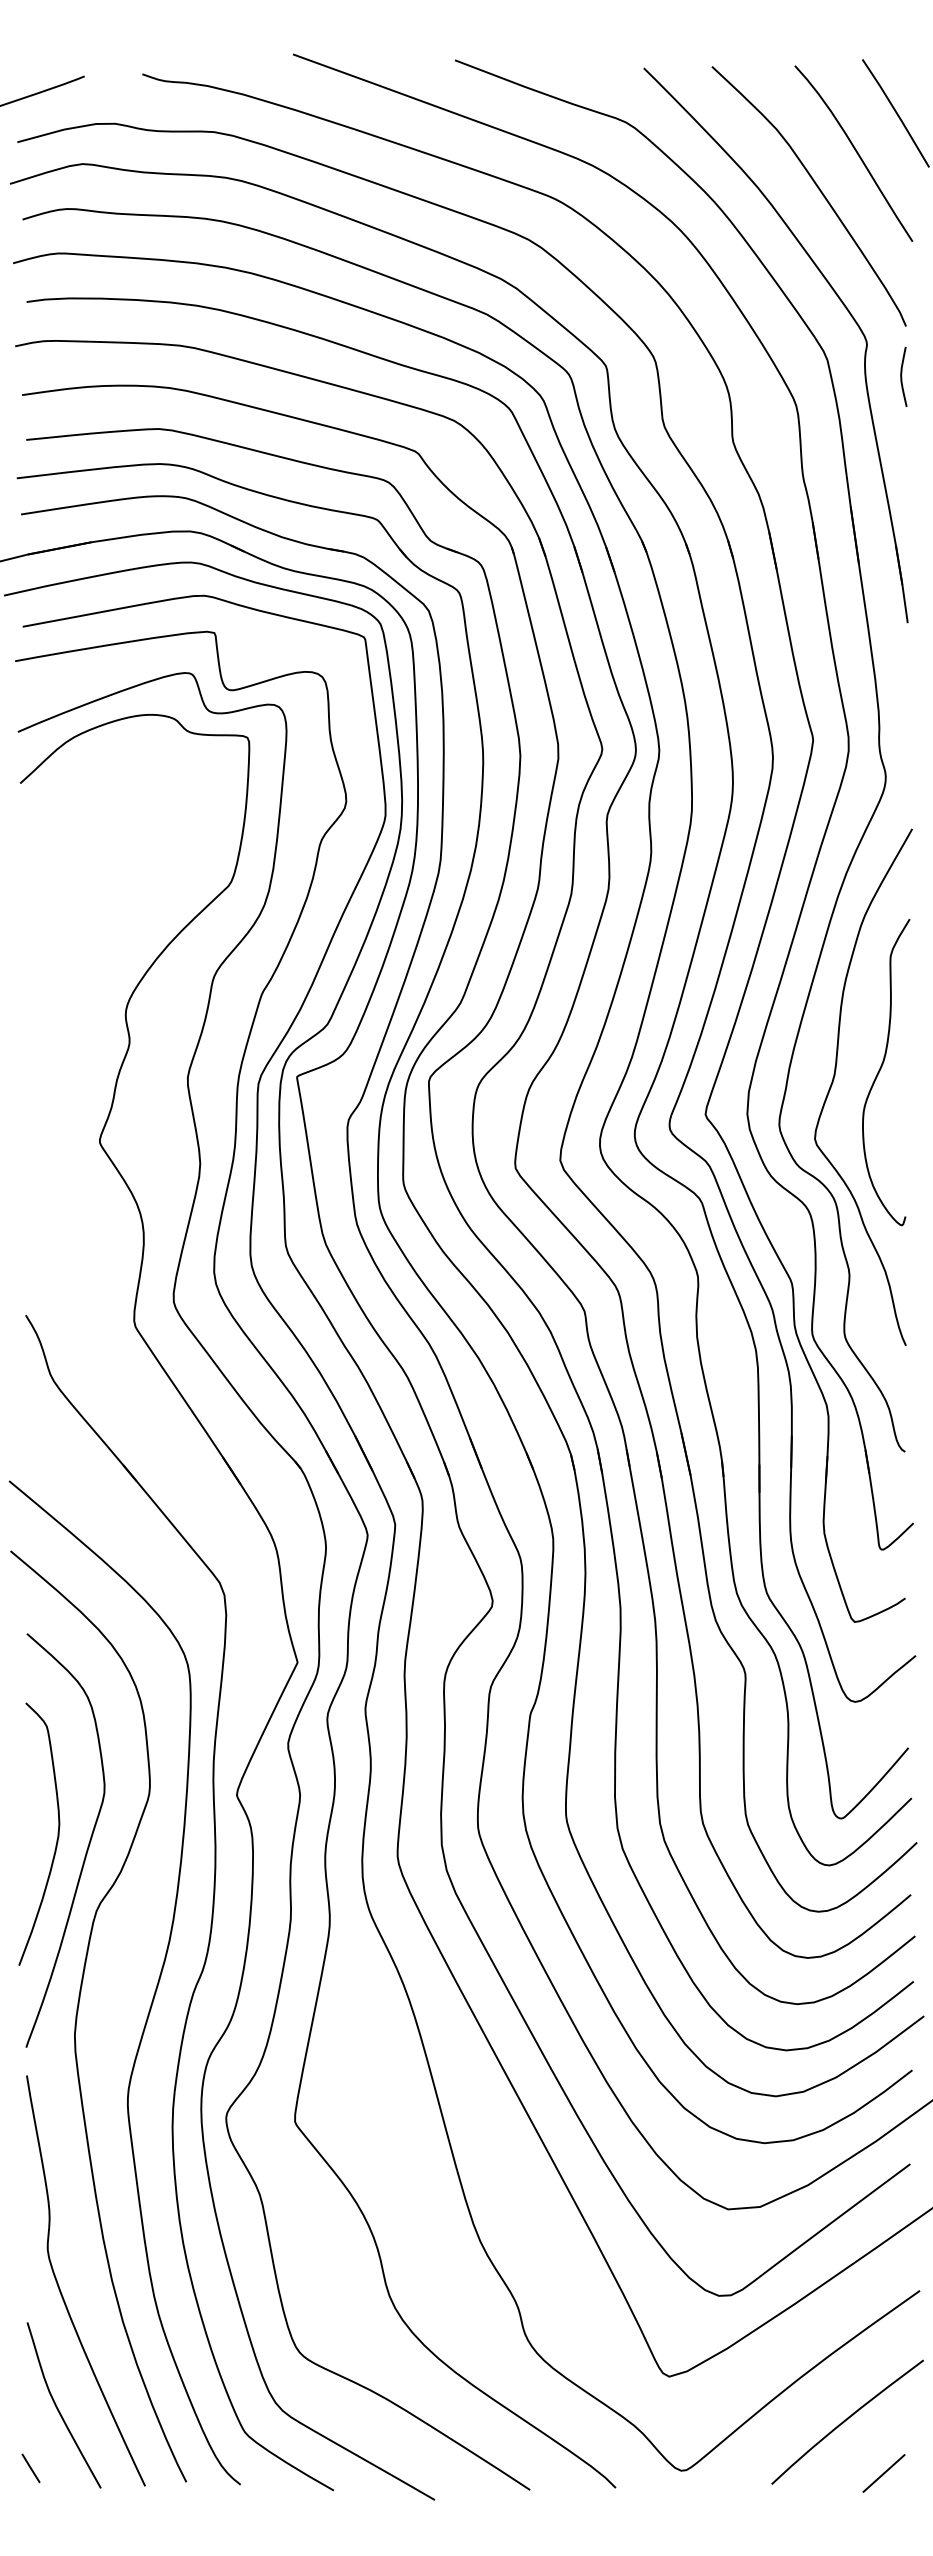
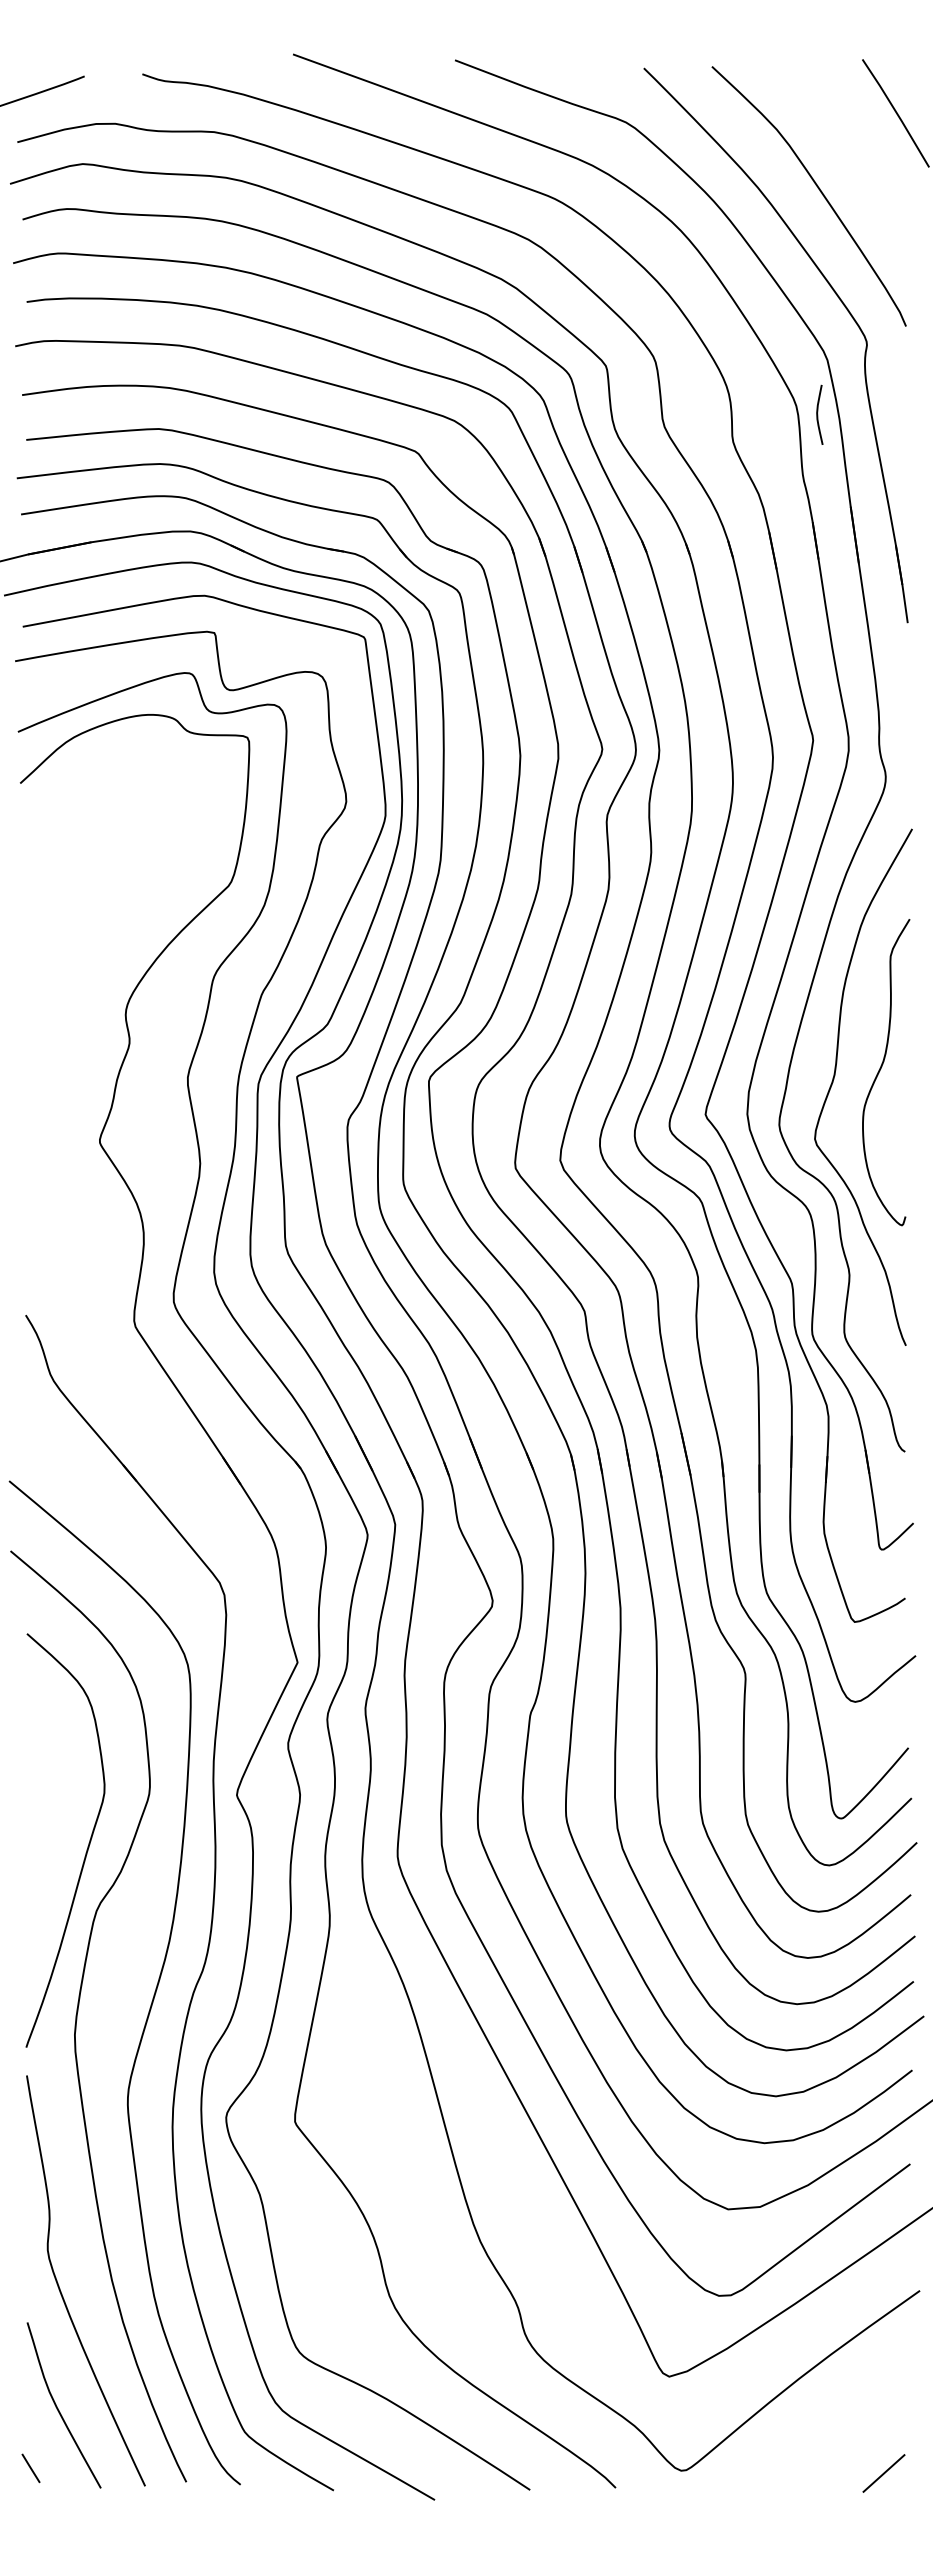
curve at (855, 151): present -> none
curve at (902, 376) position: (902, 376) -> (818, 414)
curve at (57, 1833): present -> none
curve at (847, 2420): present -> none
